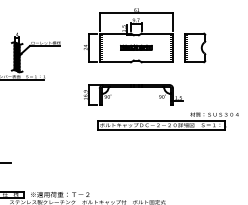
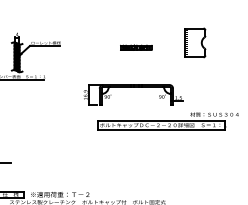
part at (128, 35): present -> none
part at (195, 47) position: (195, 47) -> (195, 42)
